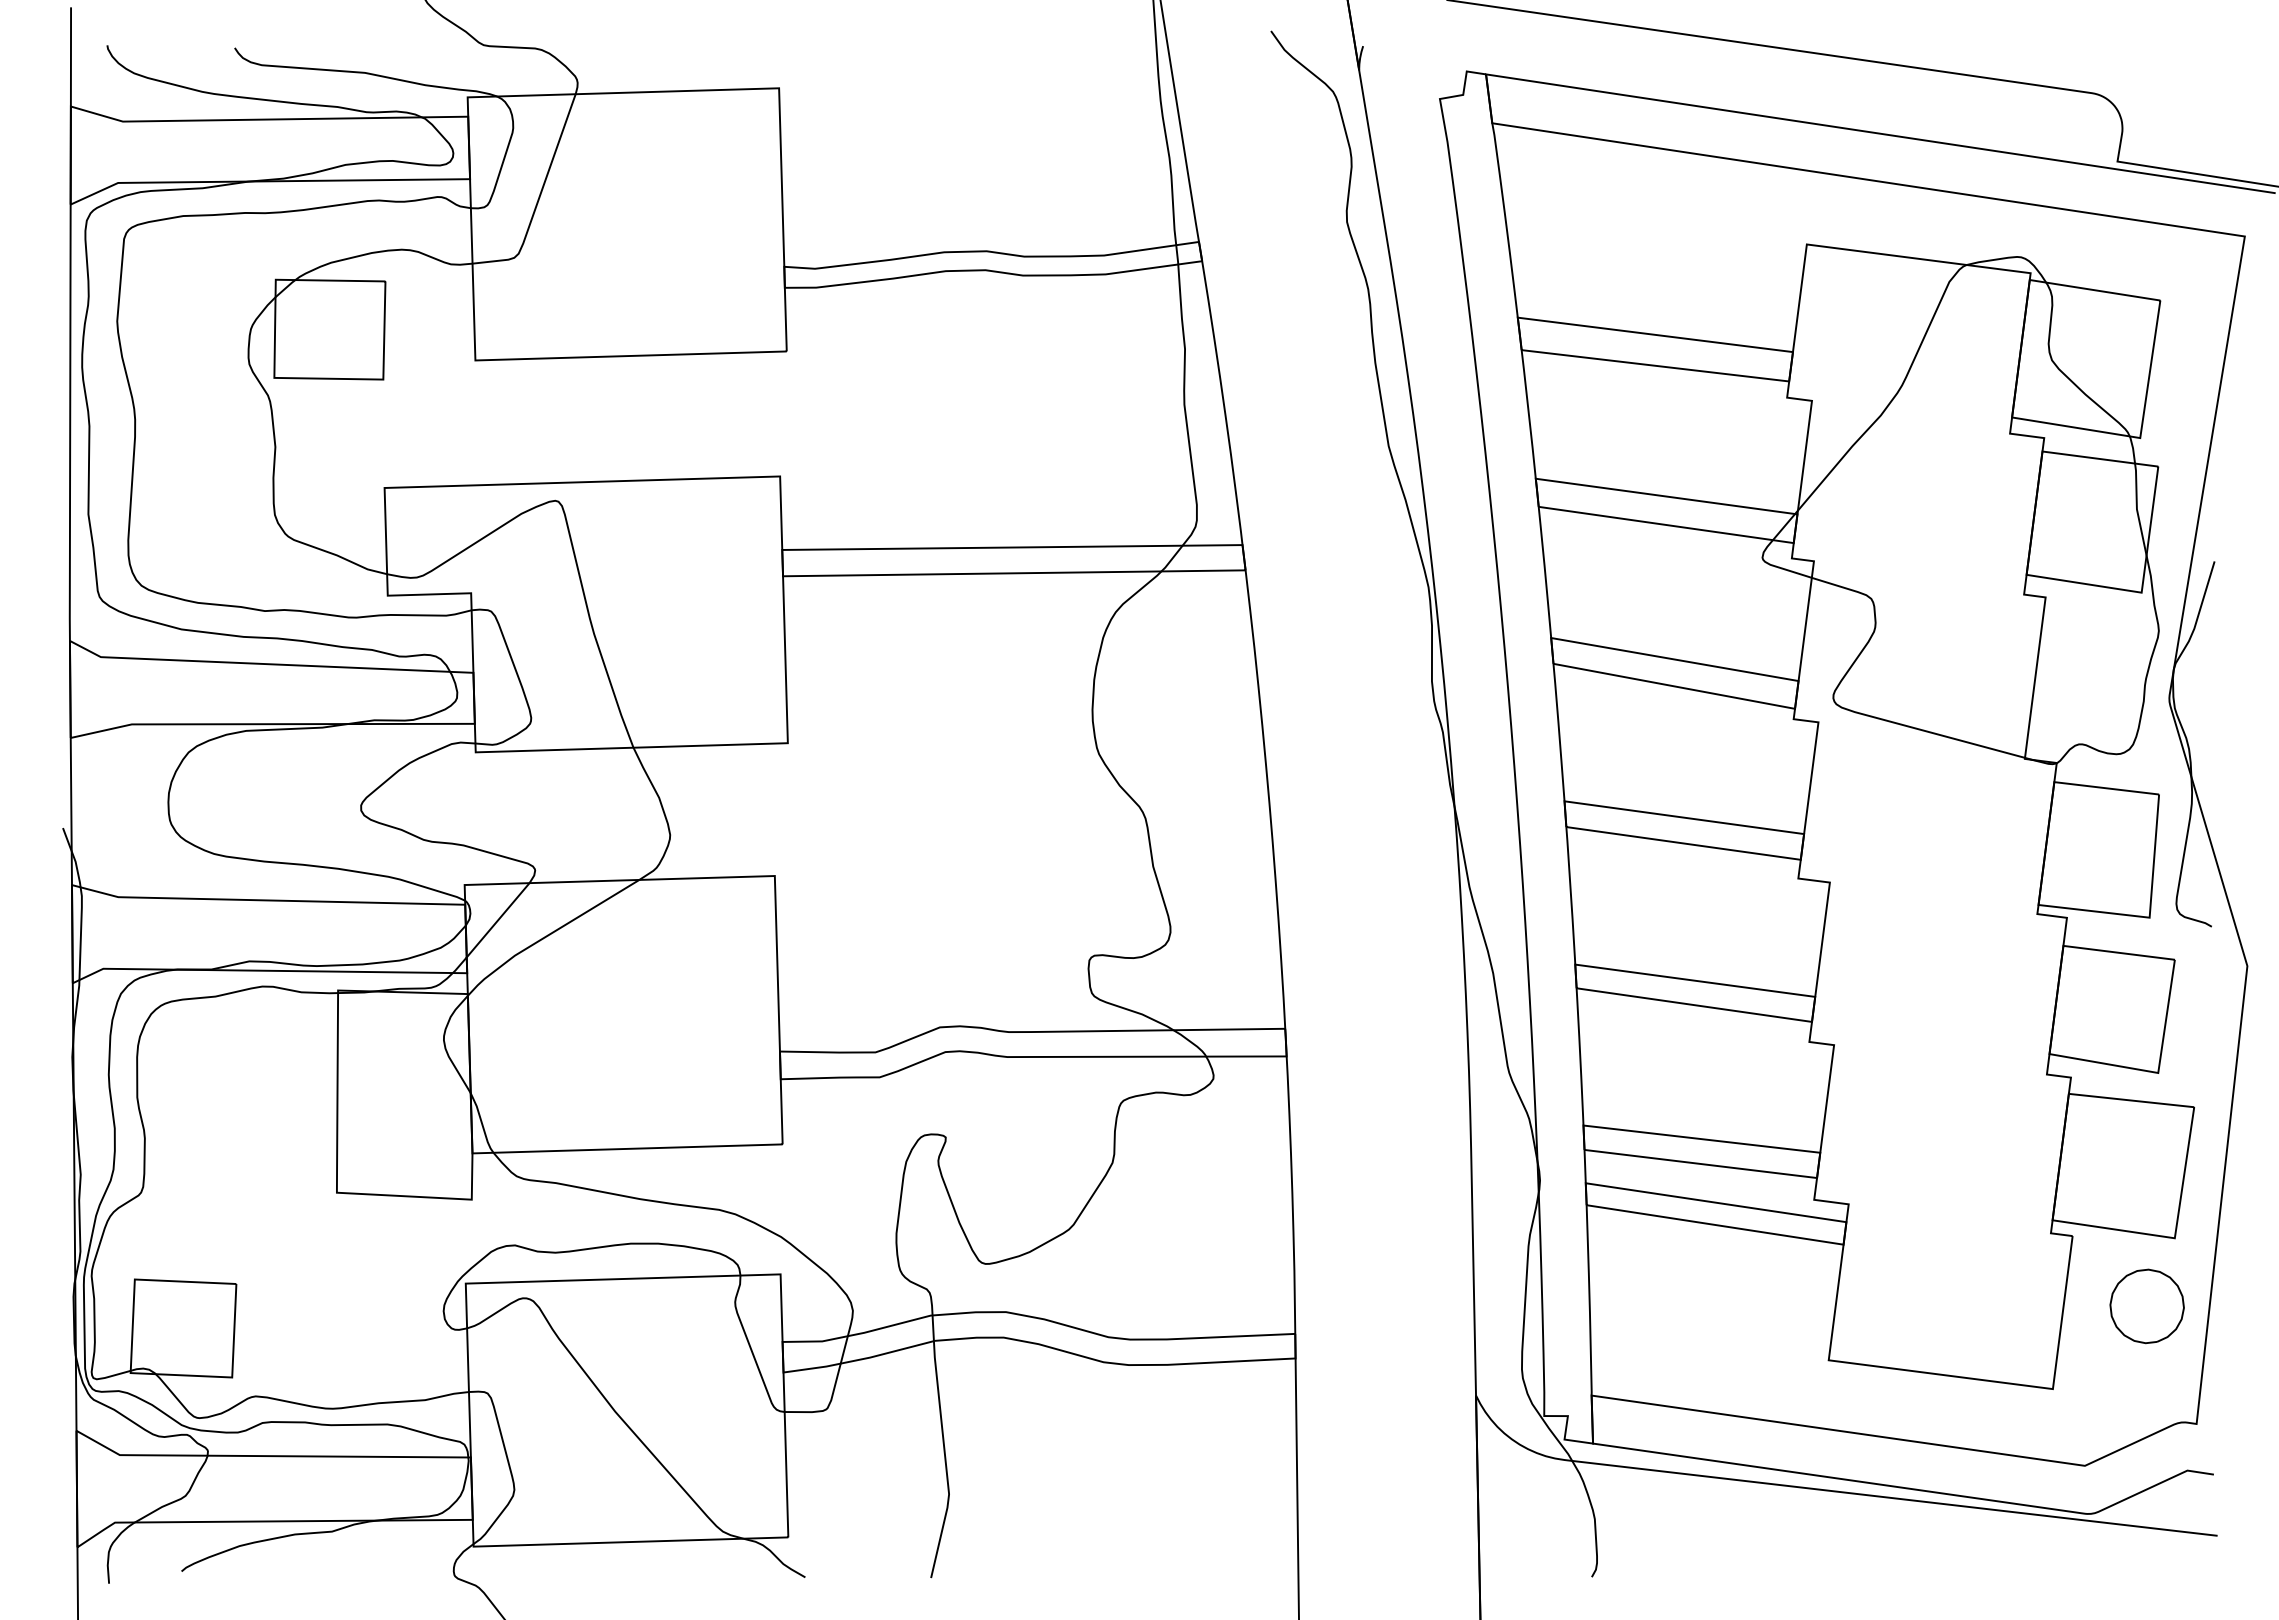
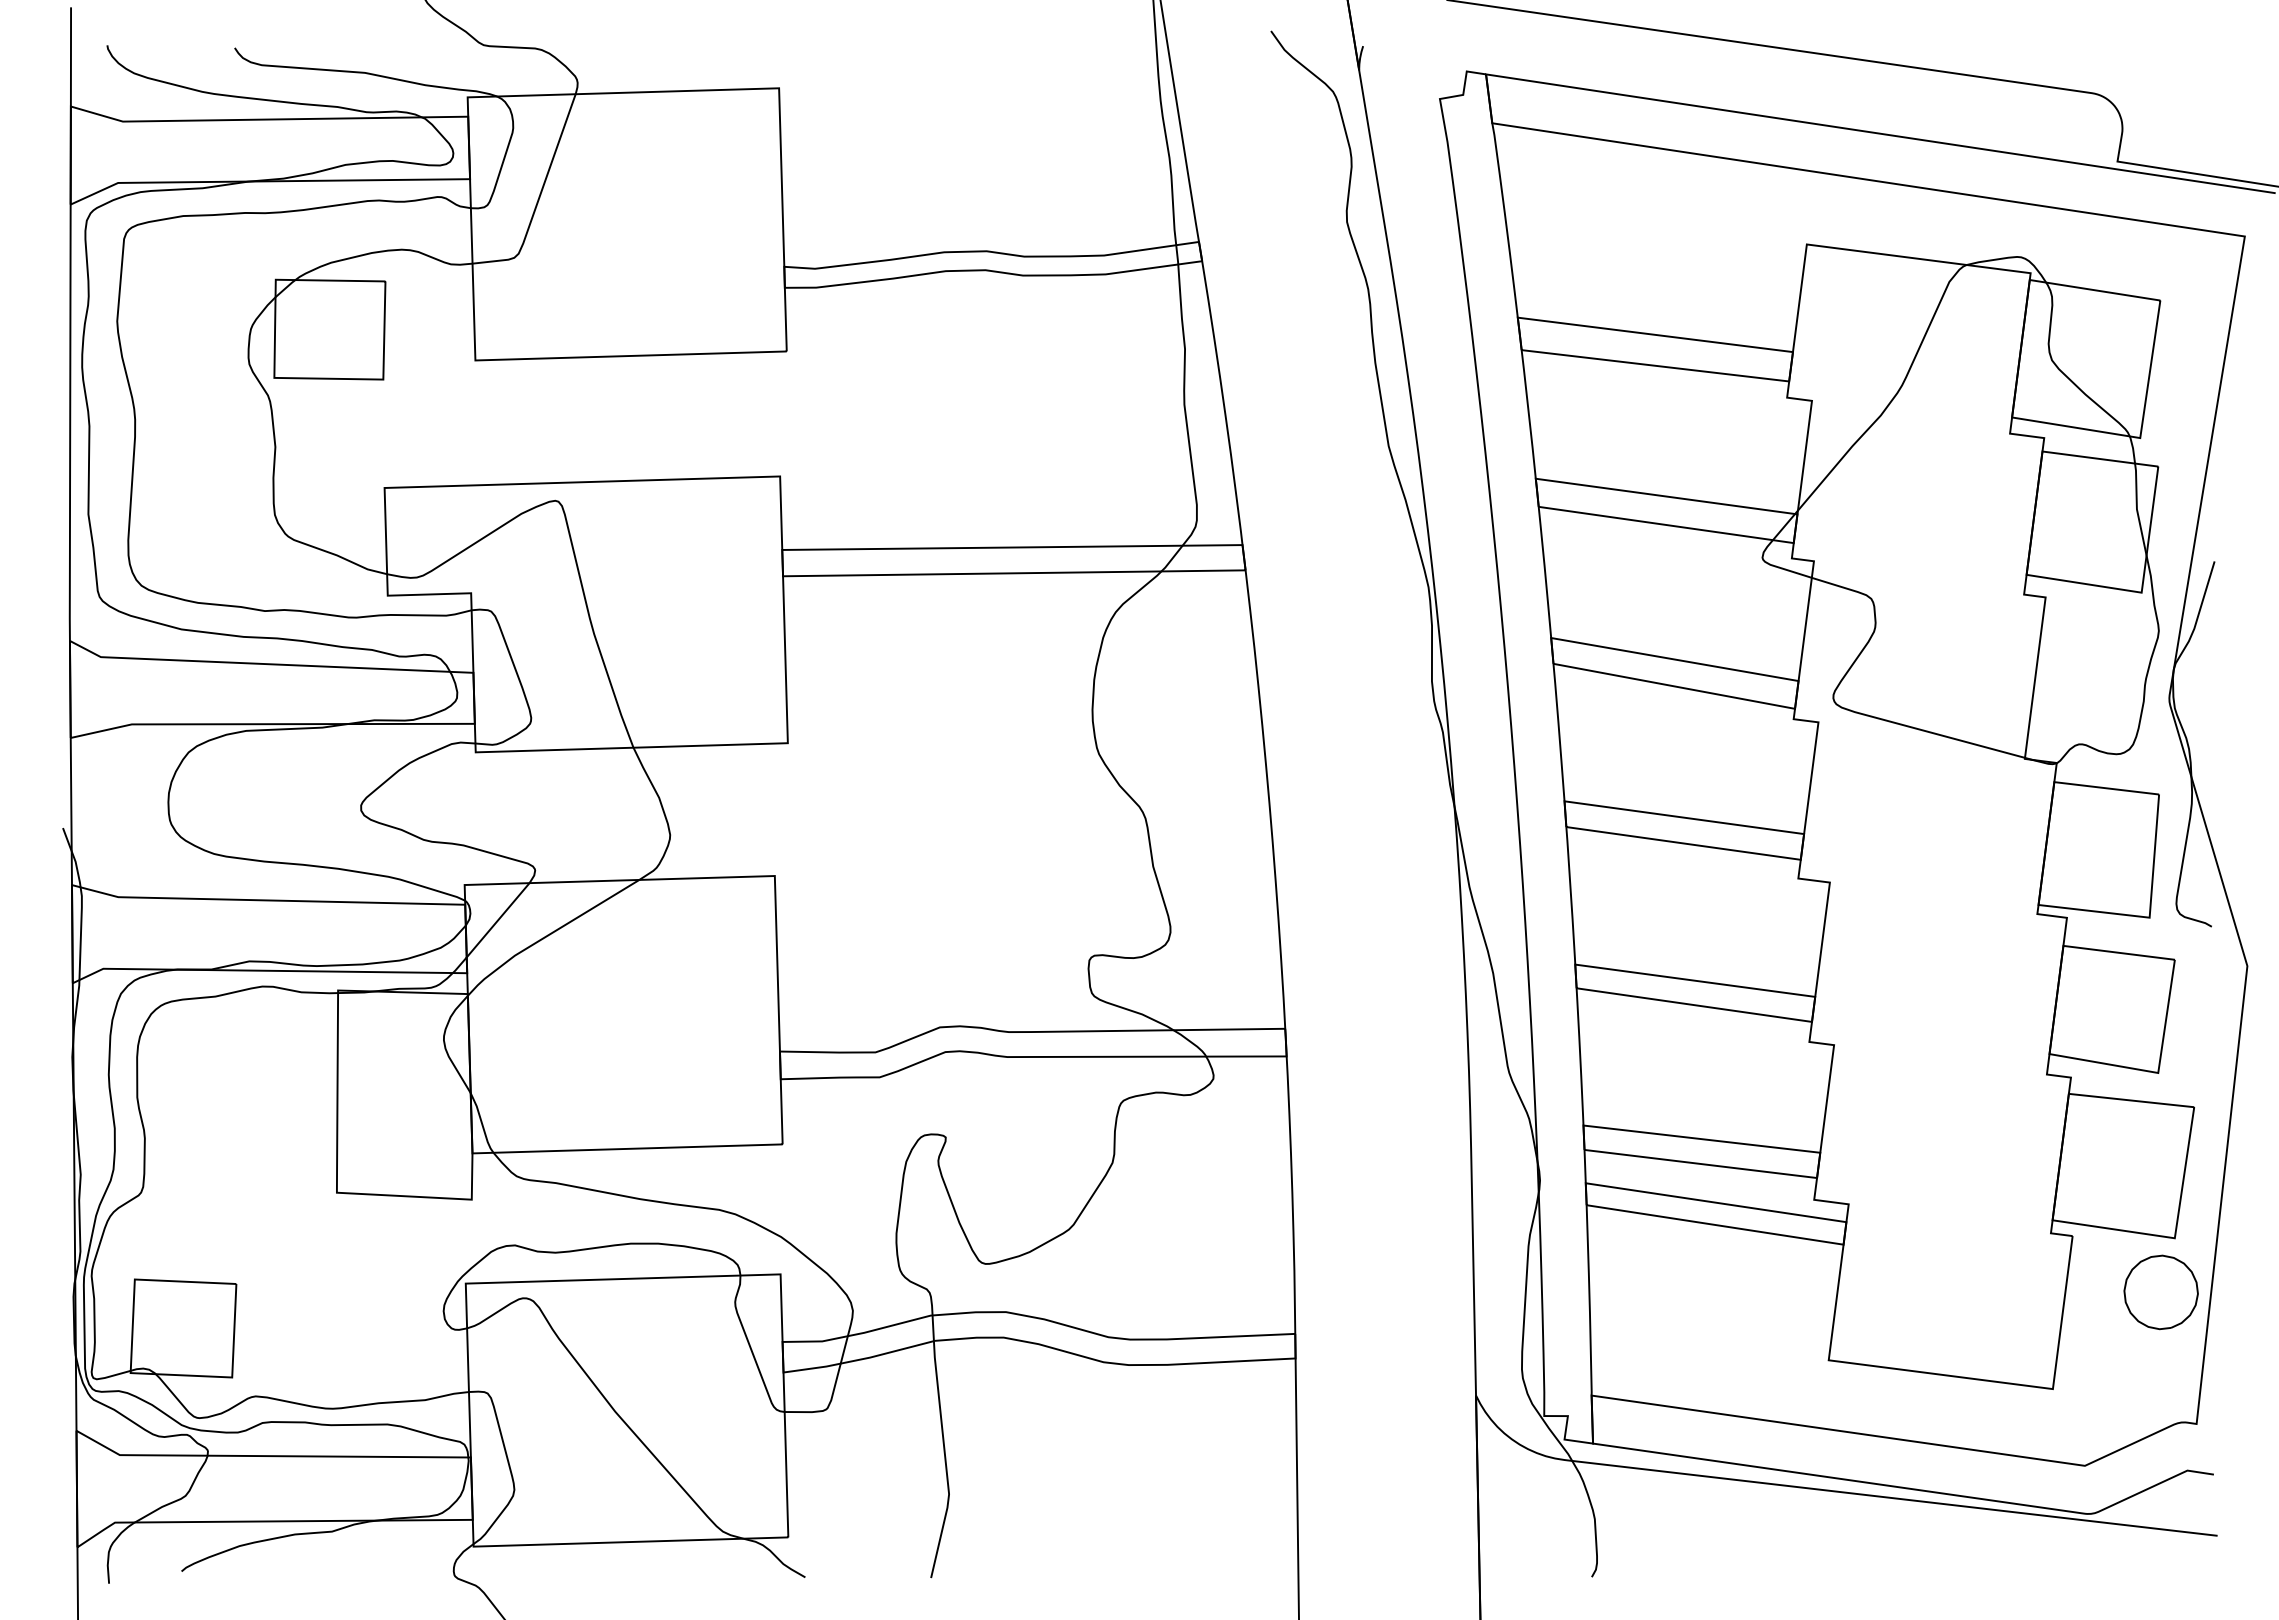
part at (2146, 1306) position: (2146, 1306) -> (2160, 1292)
